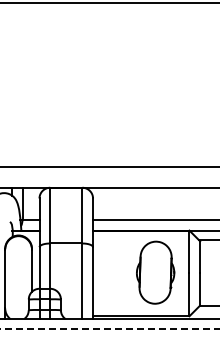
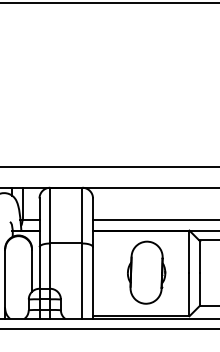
part at (155, 272) position: (155, 272) -> (146, 272)
line at (109, 329): dashed -> solid
